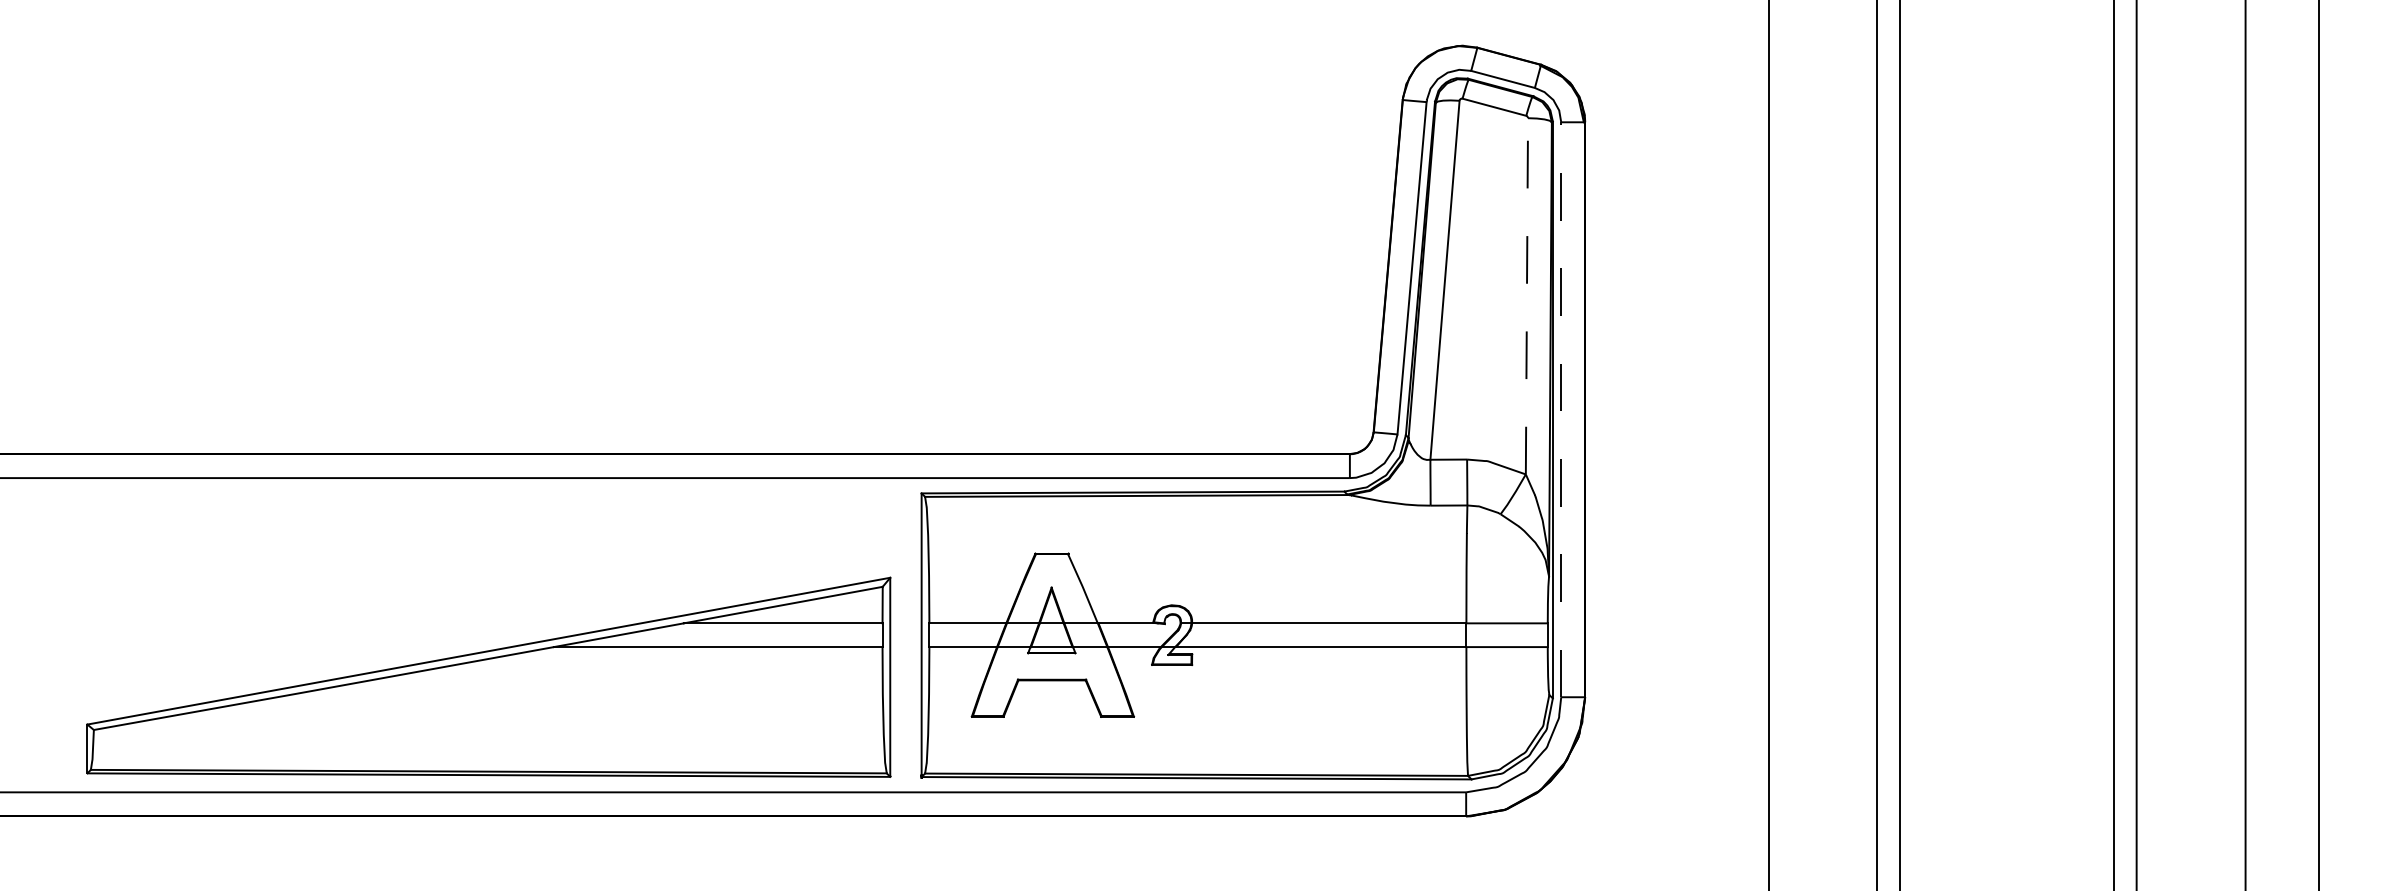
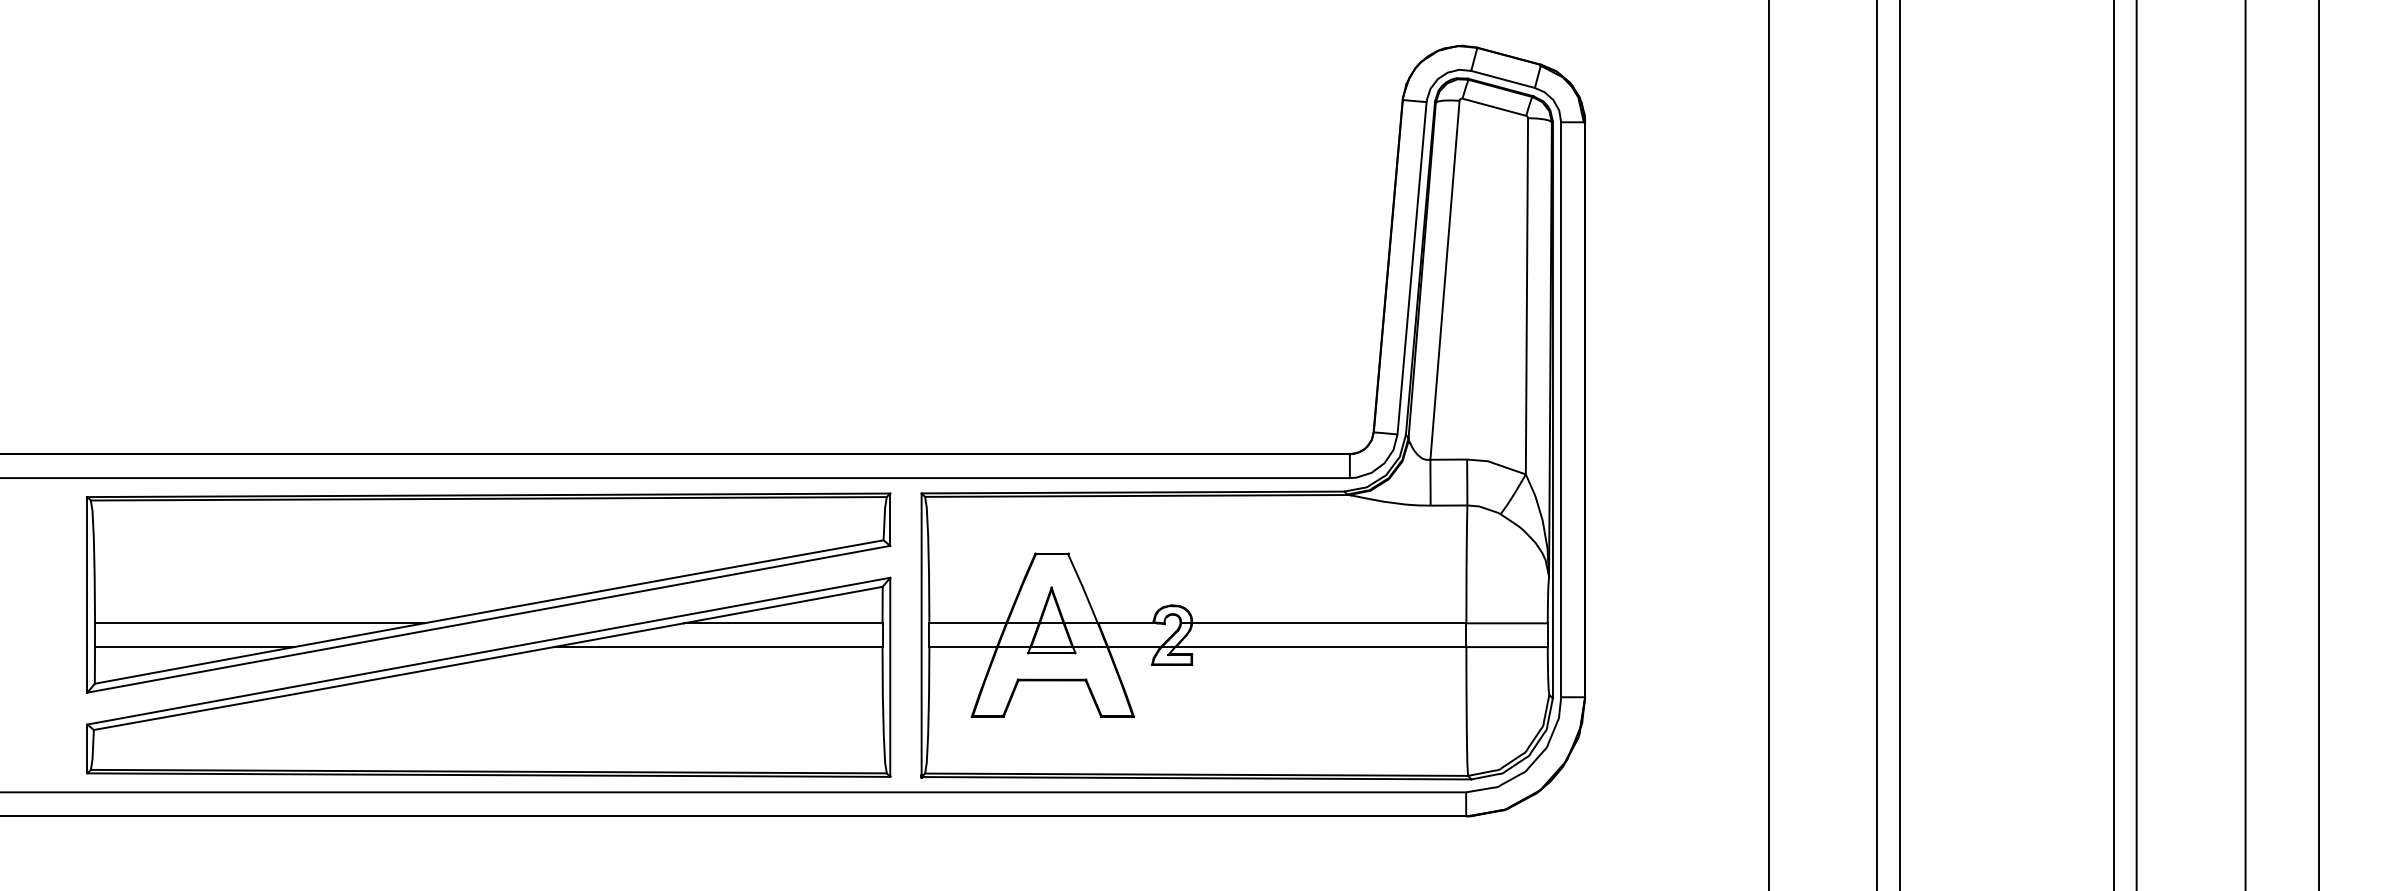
line at (1526, 295): dashed -> solid
line at (1561, 409): dashed -> solid
part at (488, 592): none -> present
